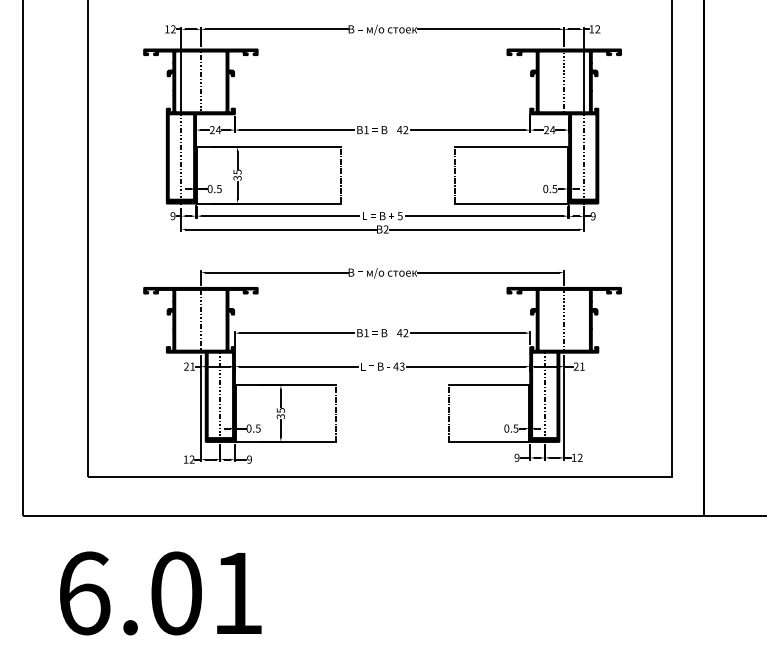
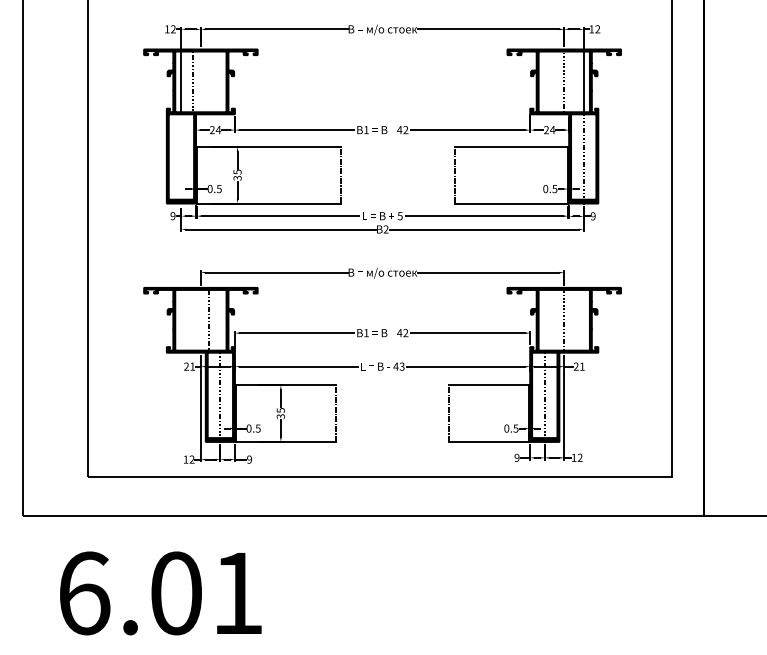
line at (200, 82) position: (200, 82) -> (192, 82)
line at (181, 159): present -> none
line at (200, 320) position: (200, 320) -> (208, 320)
